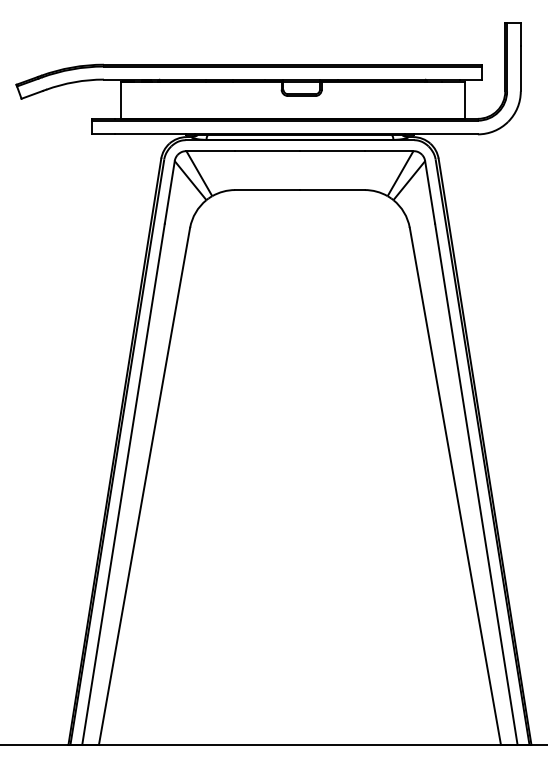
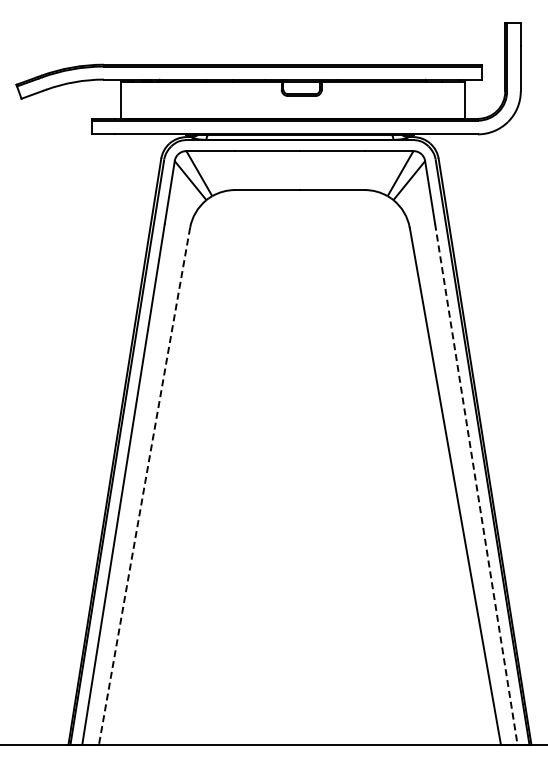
line at (476, 484): solid -> dashed
line at (144, 486): solid -> dashed
